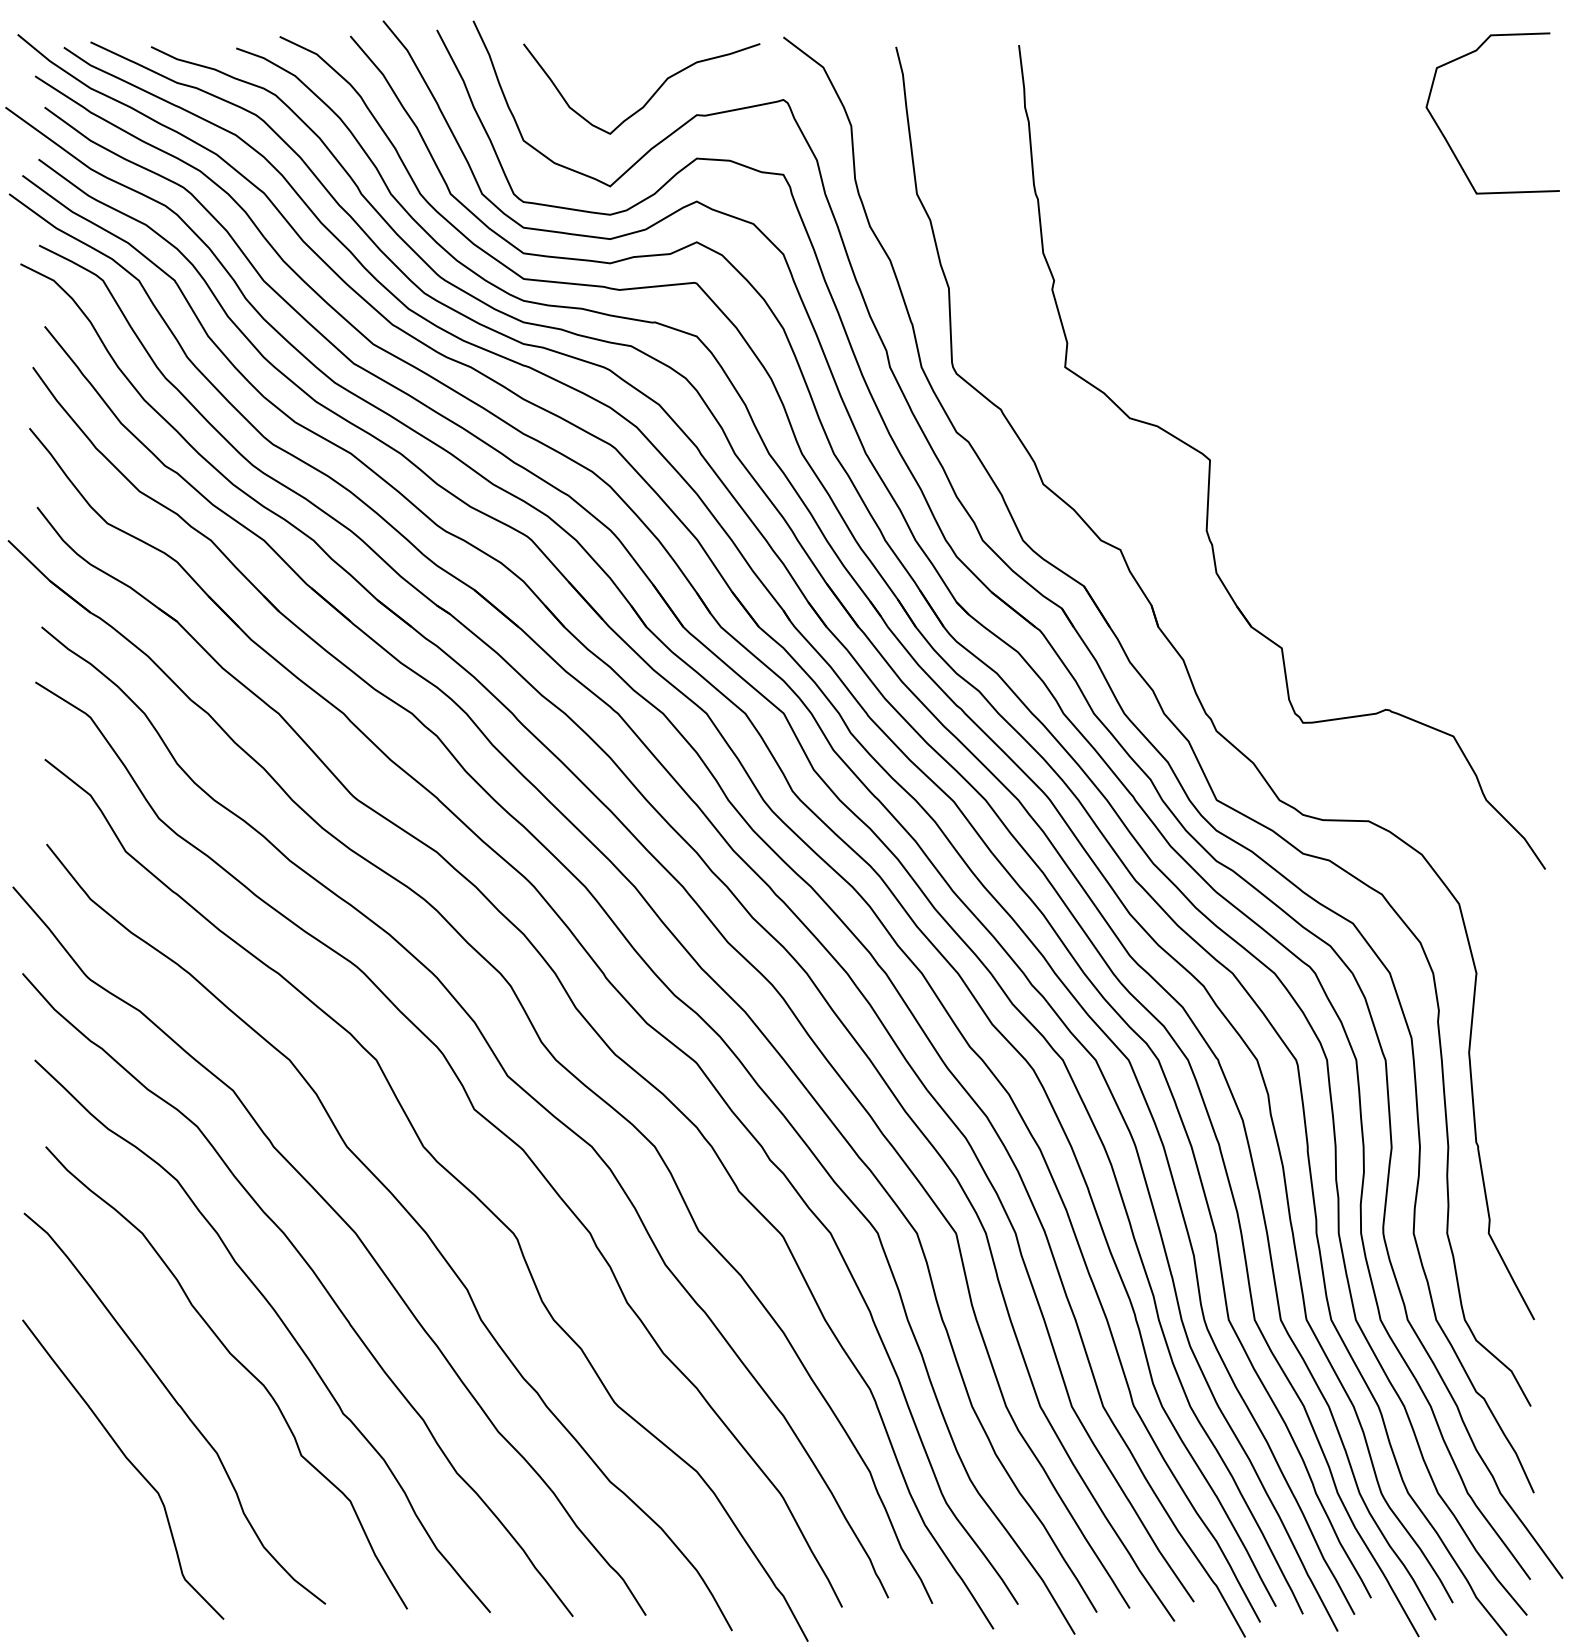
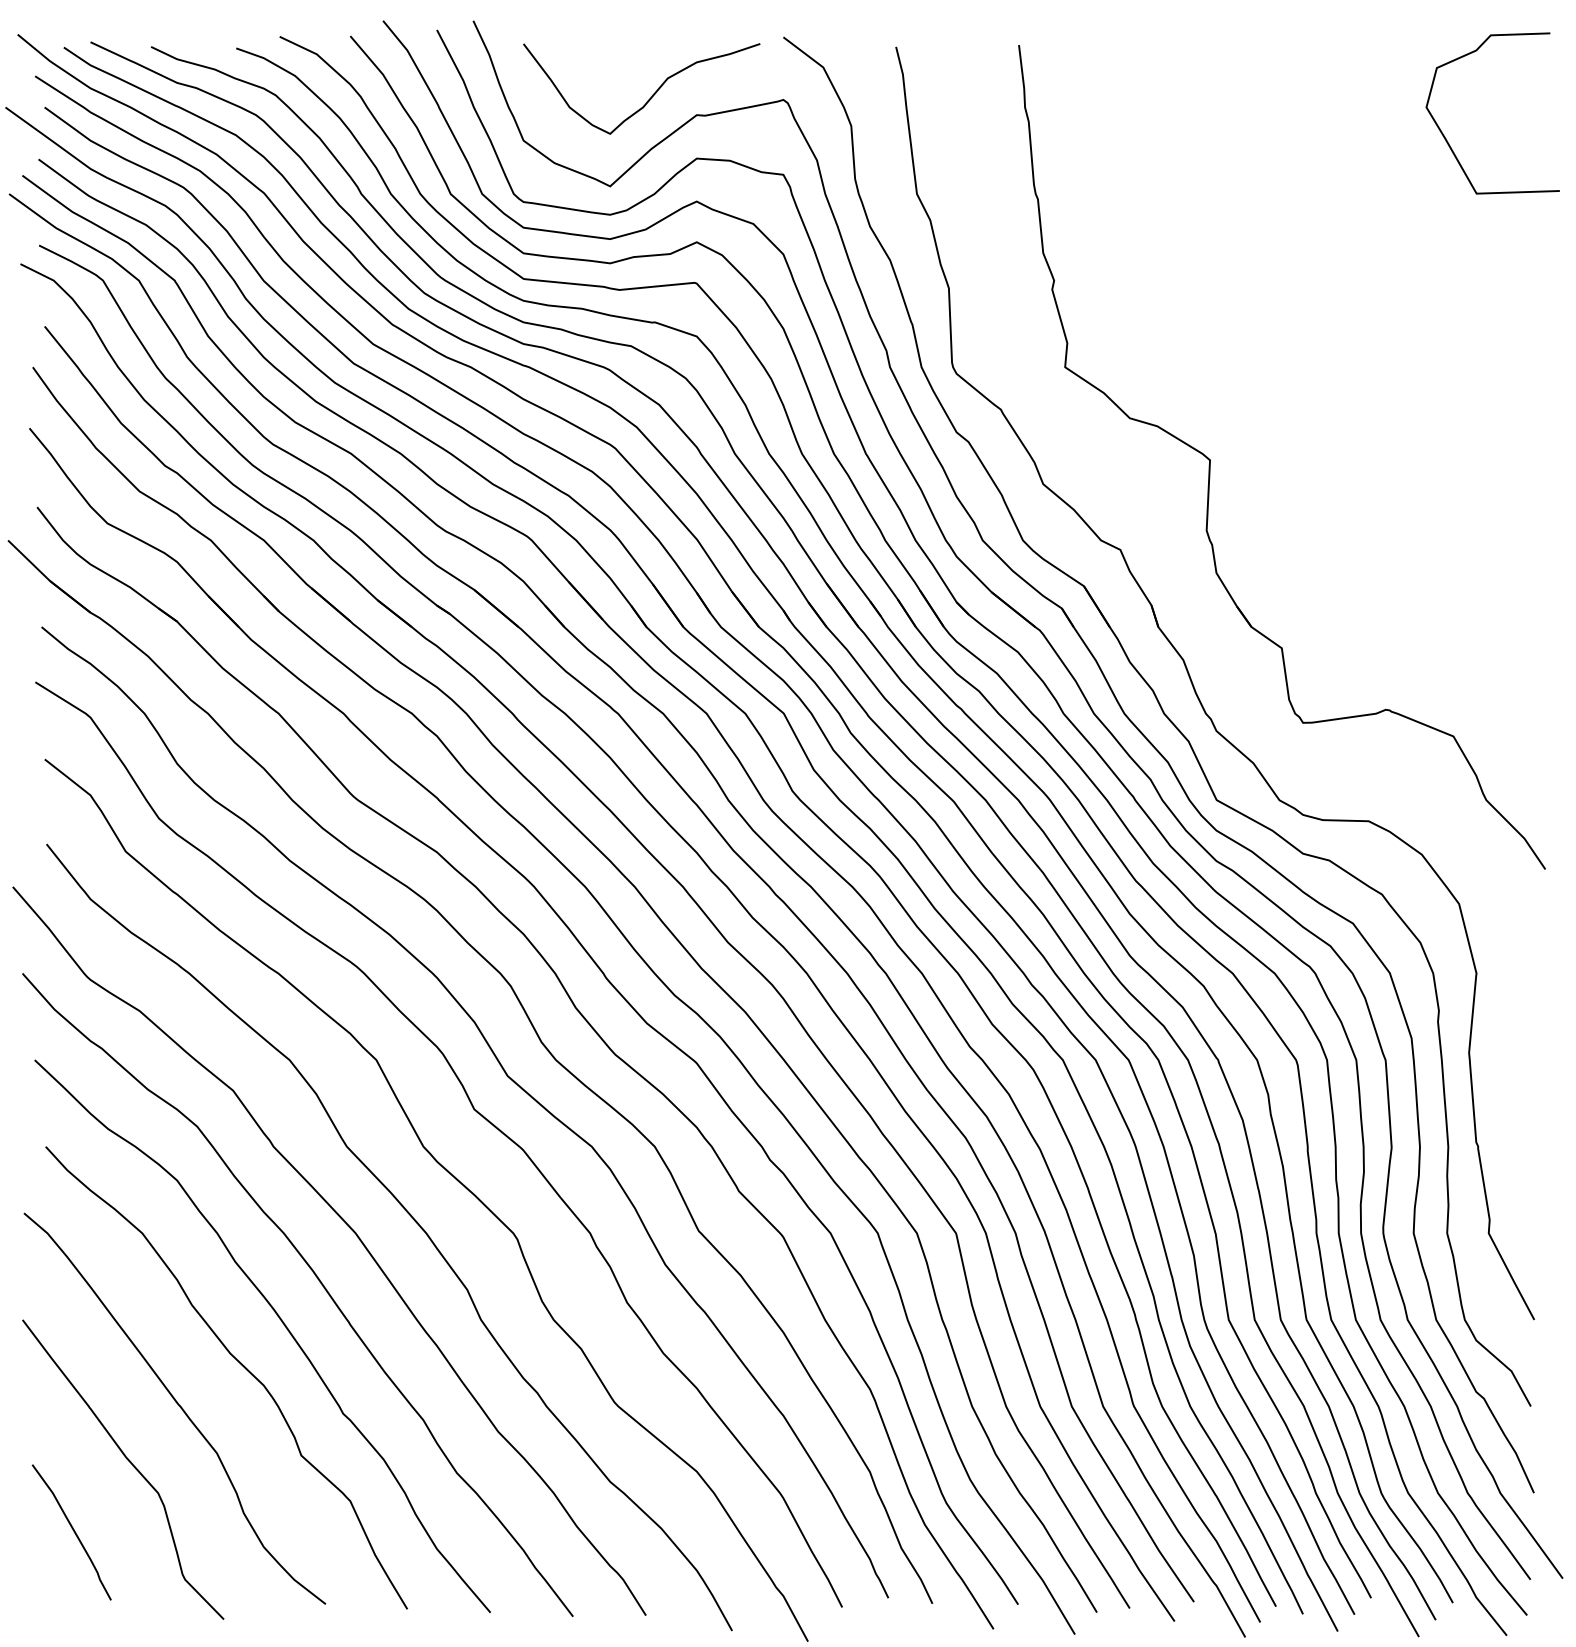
curve at (72, 1530): none -> present
